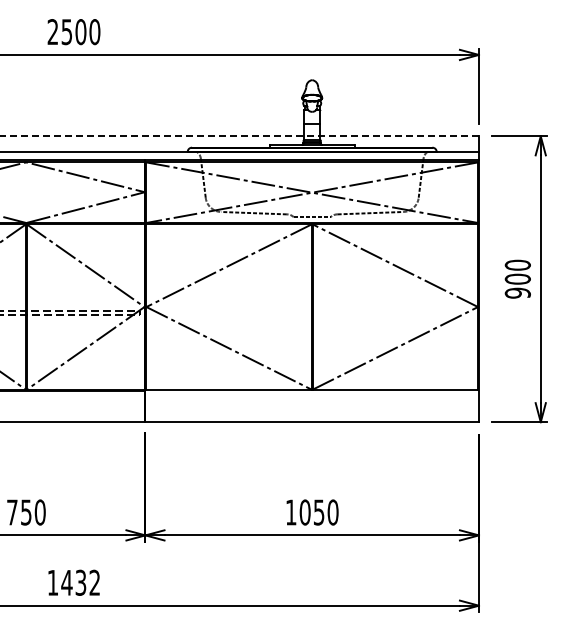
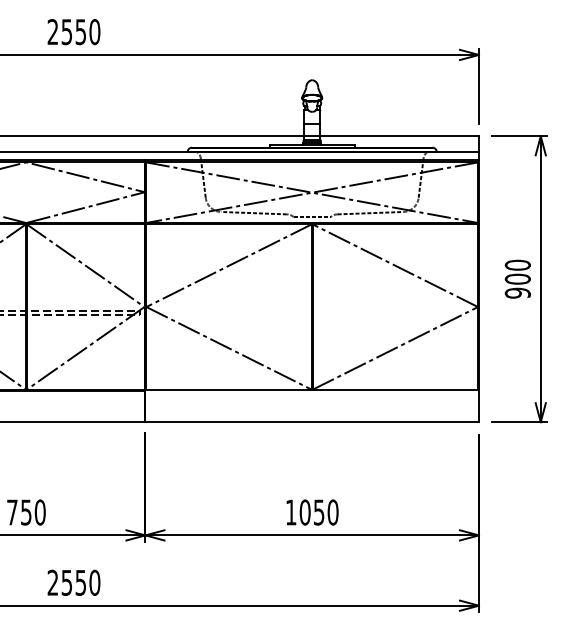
text at (80, 32): 2500 -> 2550
line at (239, 136): dashed -> solid
text at (73, 582): 1432 -> 2550
